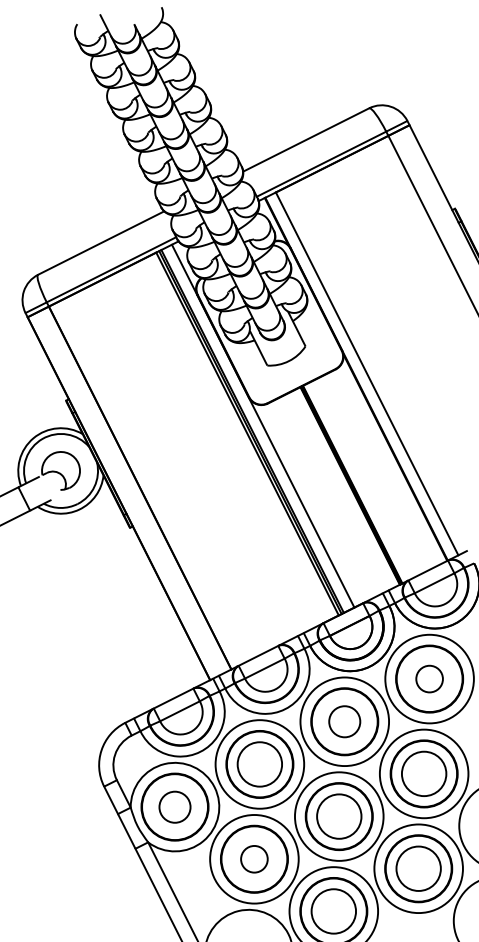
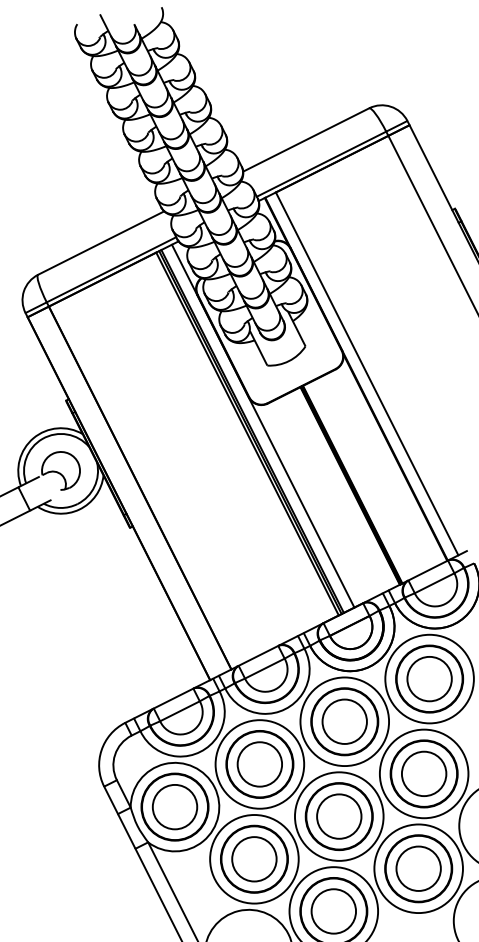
circle at (429, 678) diameter: 27 px -> 44 px
circle at (344, 721) diameter: 31 px -> 44 px
circle at (174, 806) size: 34x34 px -> 48x47 px
circle at (254, 858) diameter: 27 px -> 44 px
